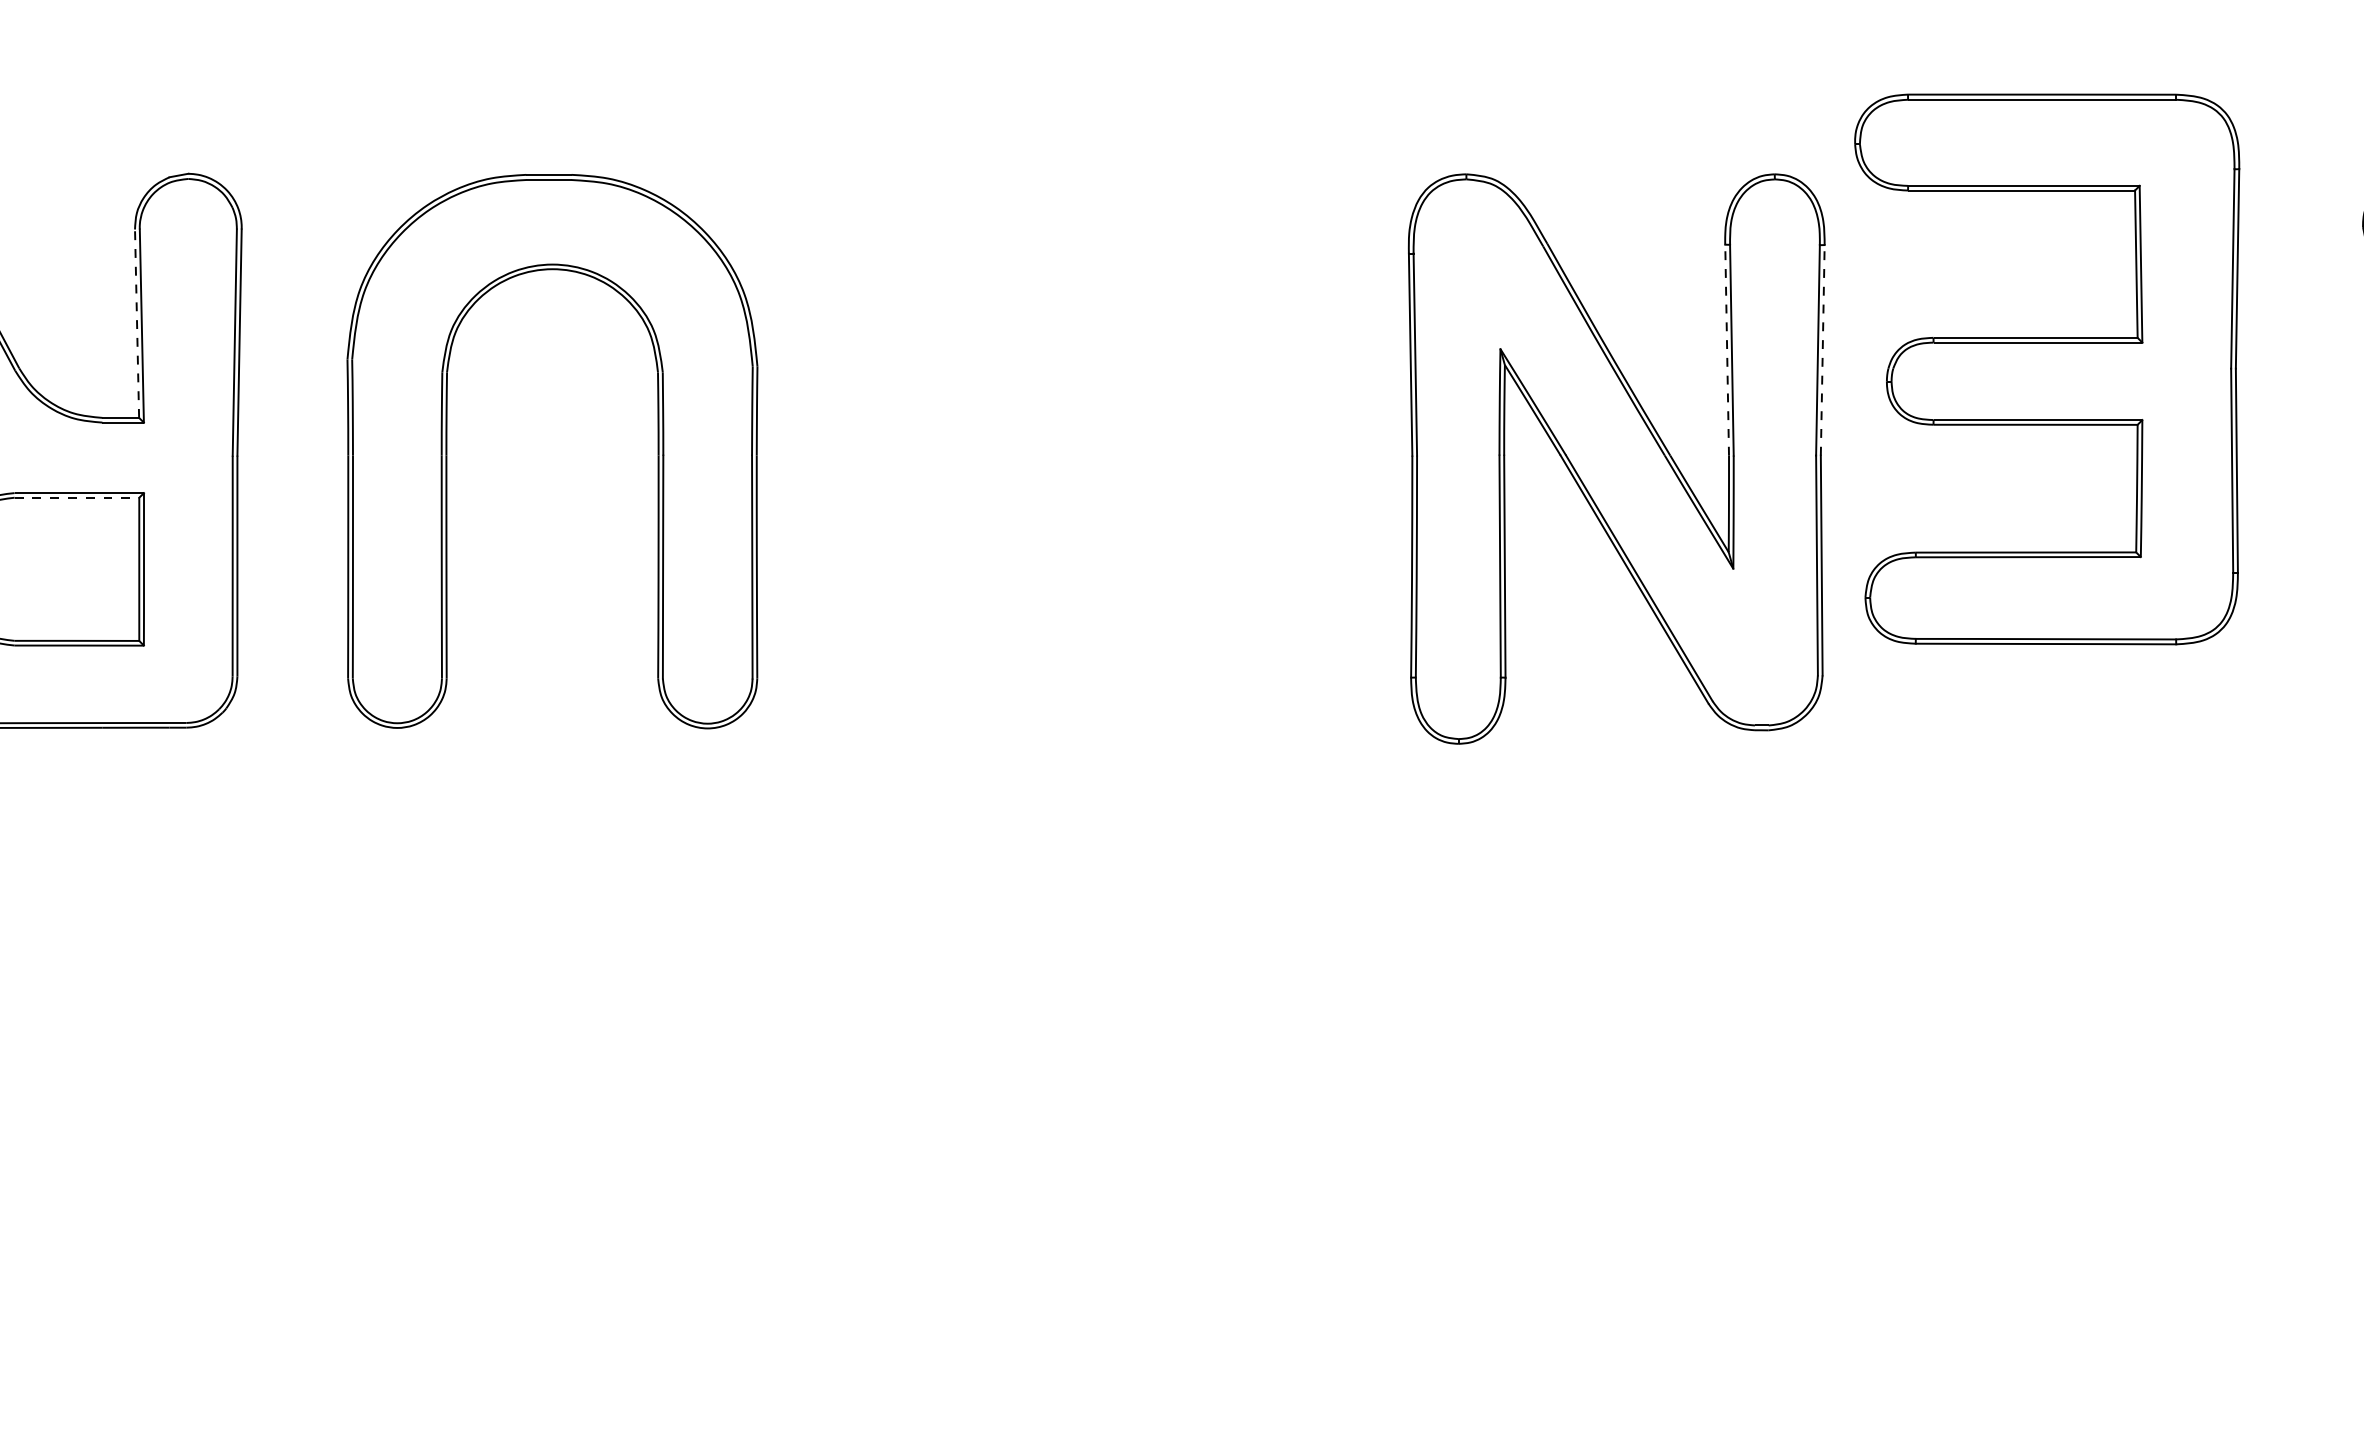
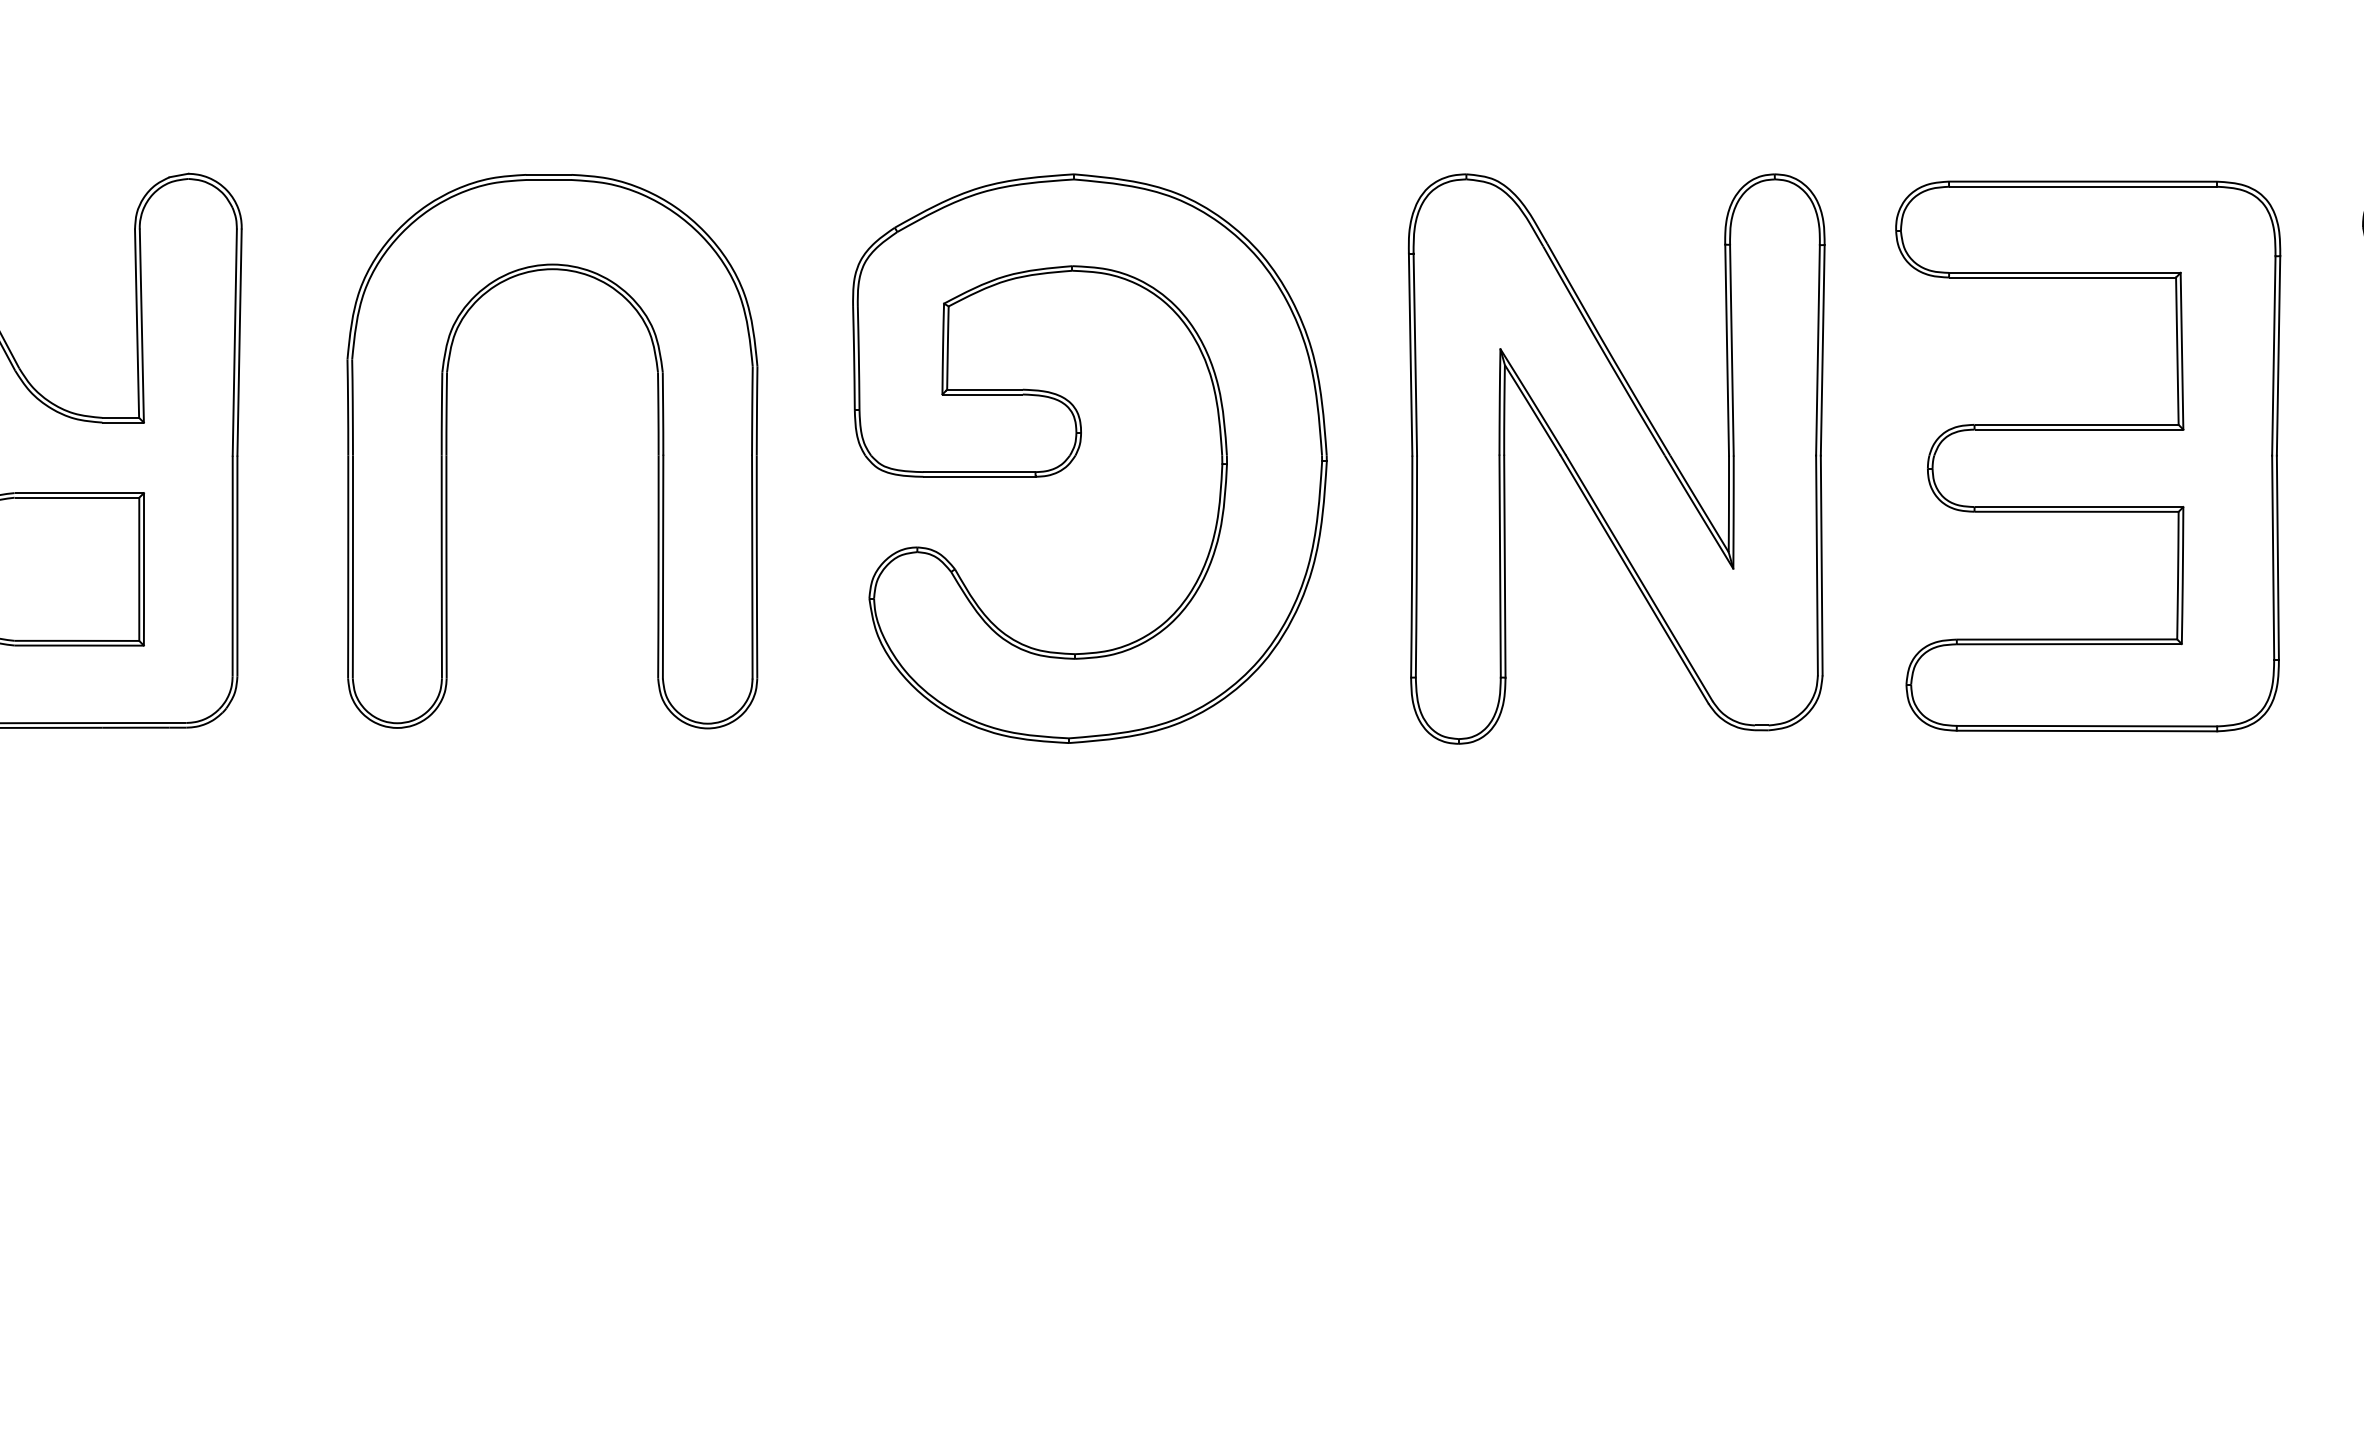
line at (137, 323): dashed -> solid
line at (1727, 349): dashed -> solid
line at (1822, 349): dashed -> solid
part at (2047, 369) position: (2047, 369) -> (2088, 456)
part at (1077, 453): none -> present
line at (77, 497): dashed -> solid
